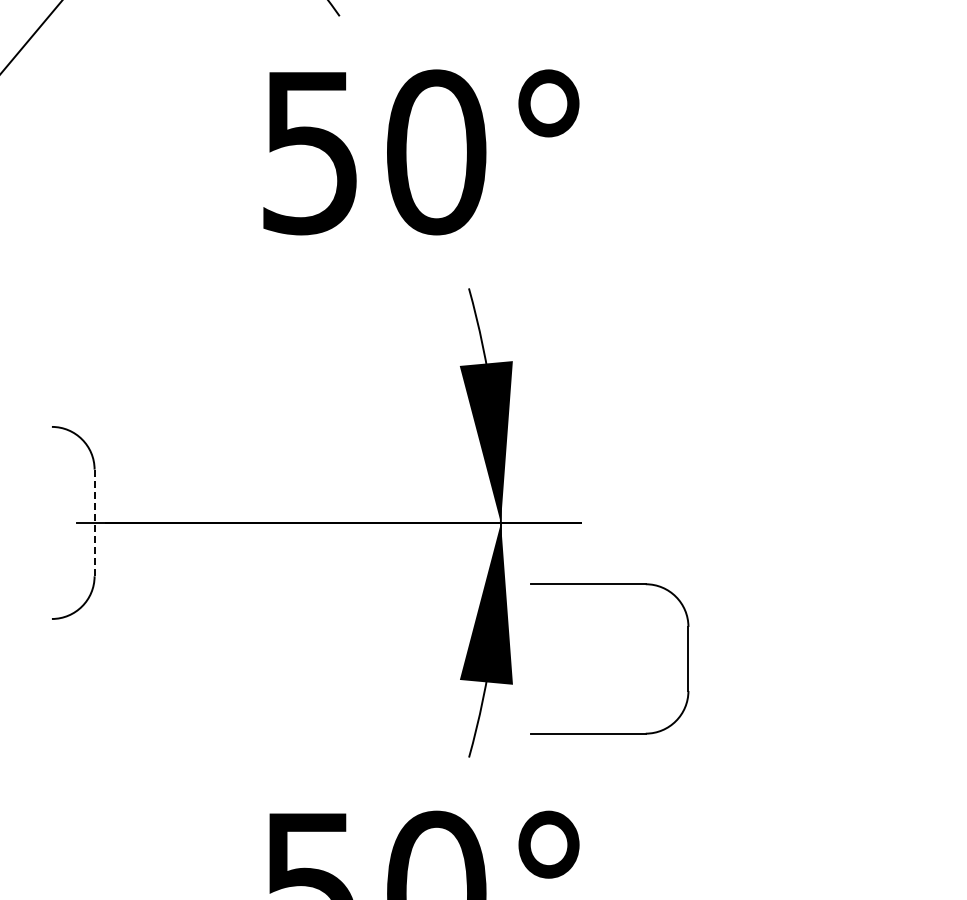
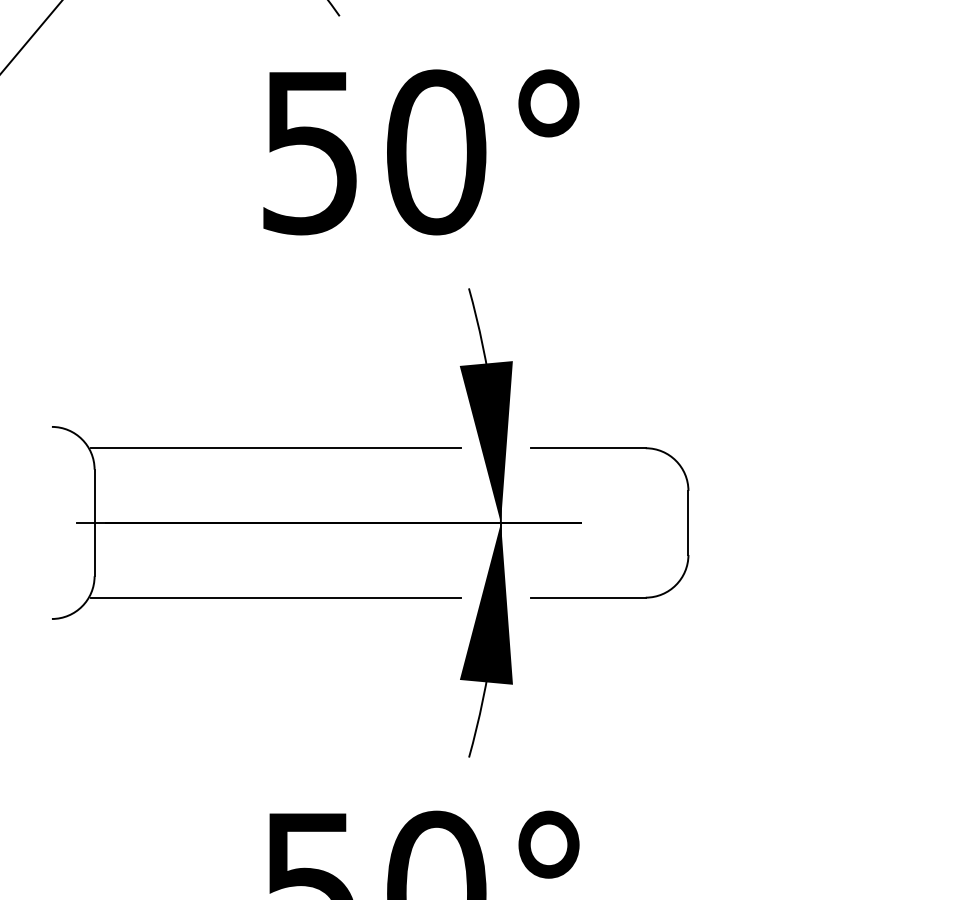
line at (275, 448): none -> present
line at (94, 523): dashed -> solid
part at (609, 584) position: (609, 584) -> (609, 448)
line at (275, 597): none -> present
